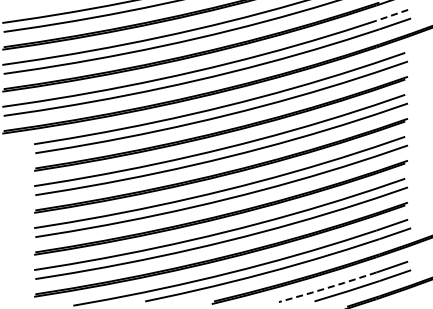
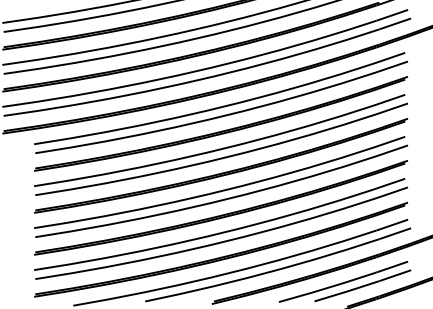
line at (392, 15): dashed -> solid
line at (327, 288): dashed -> solid
